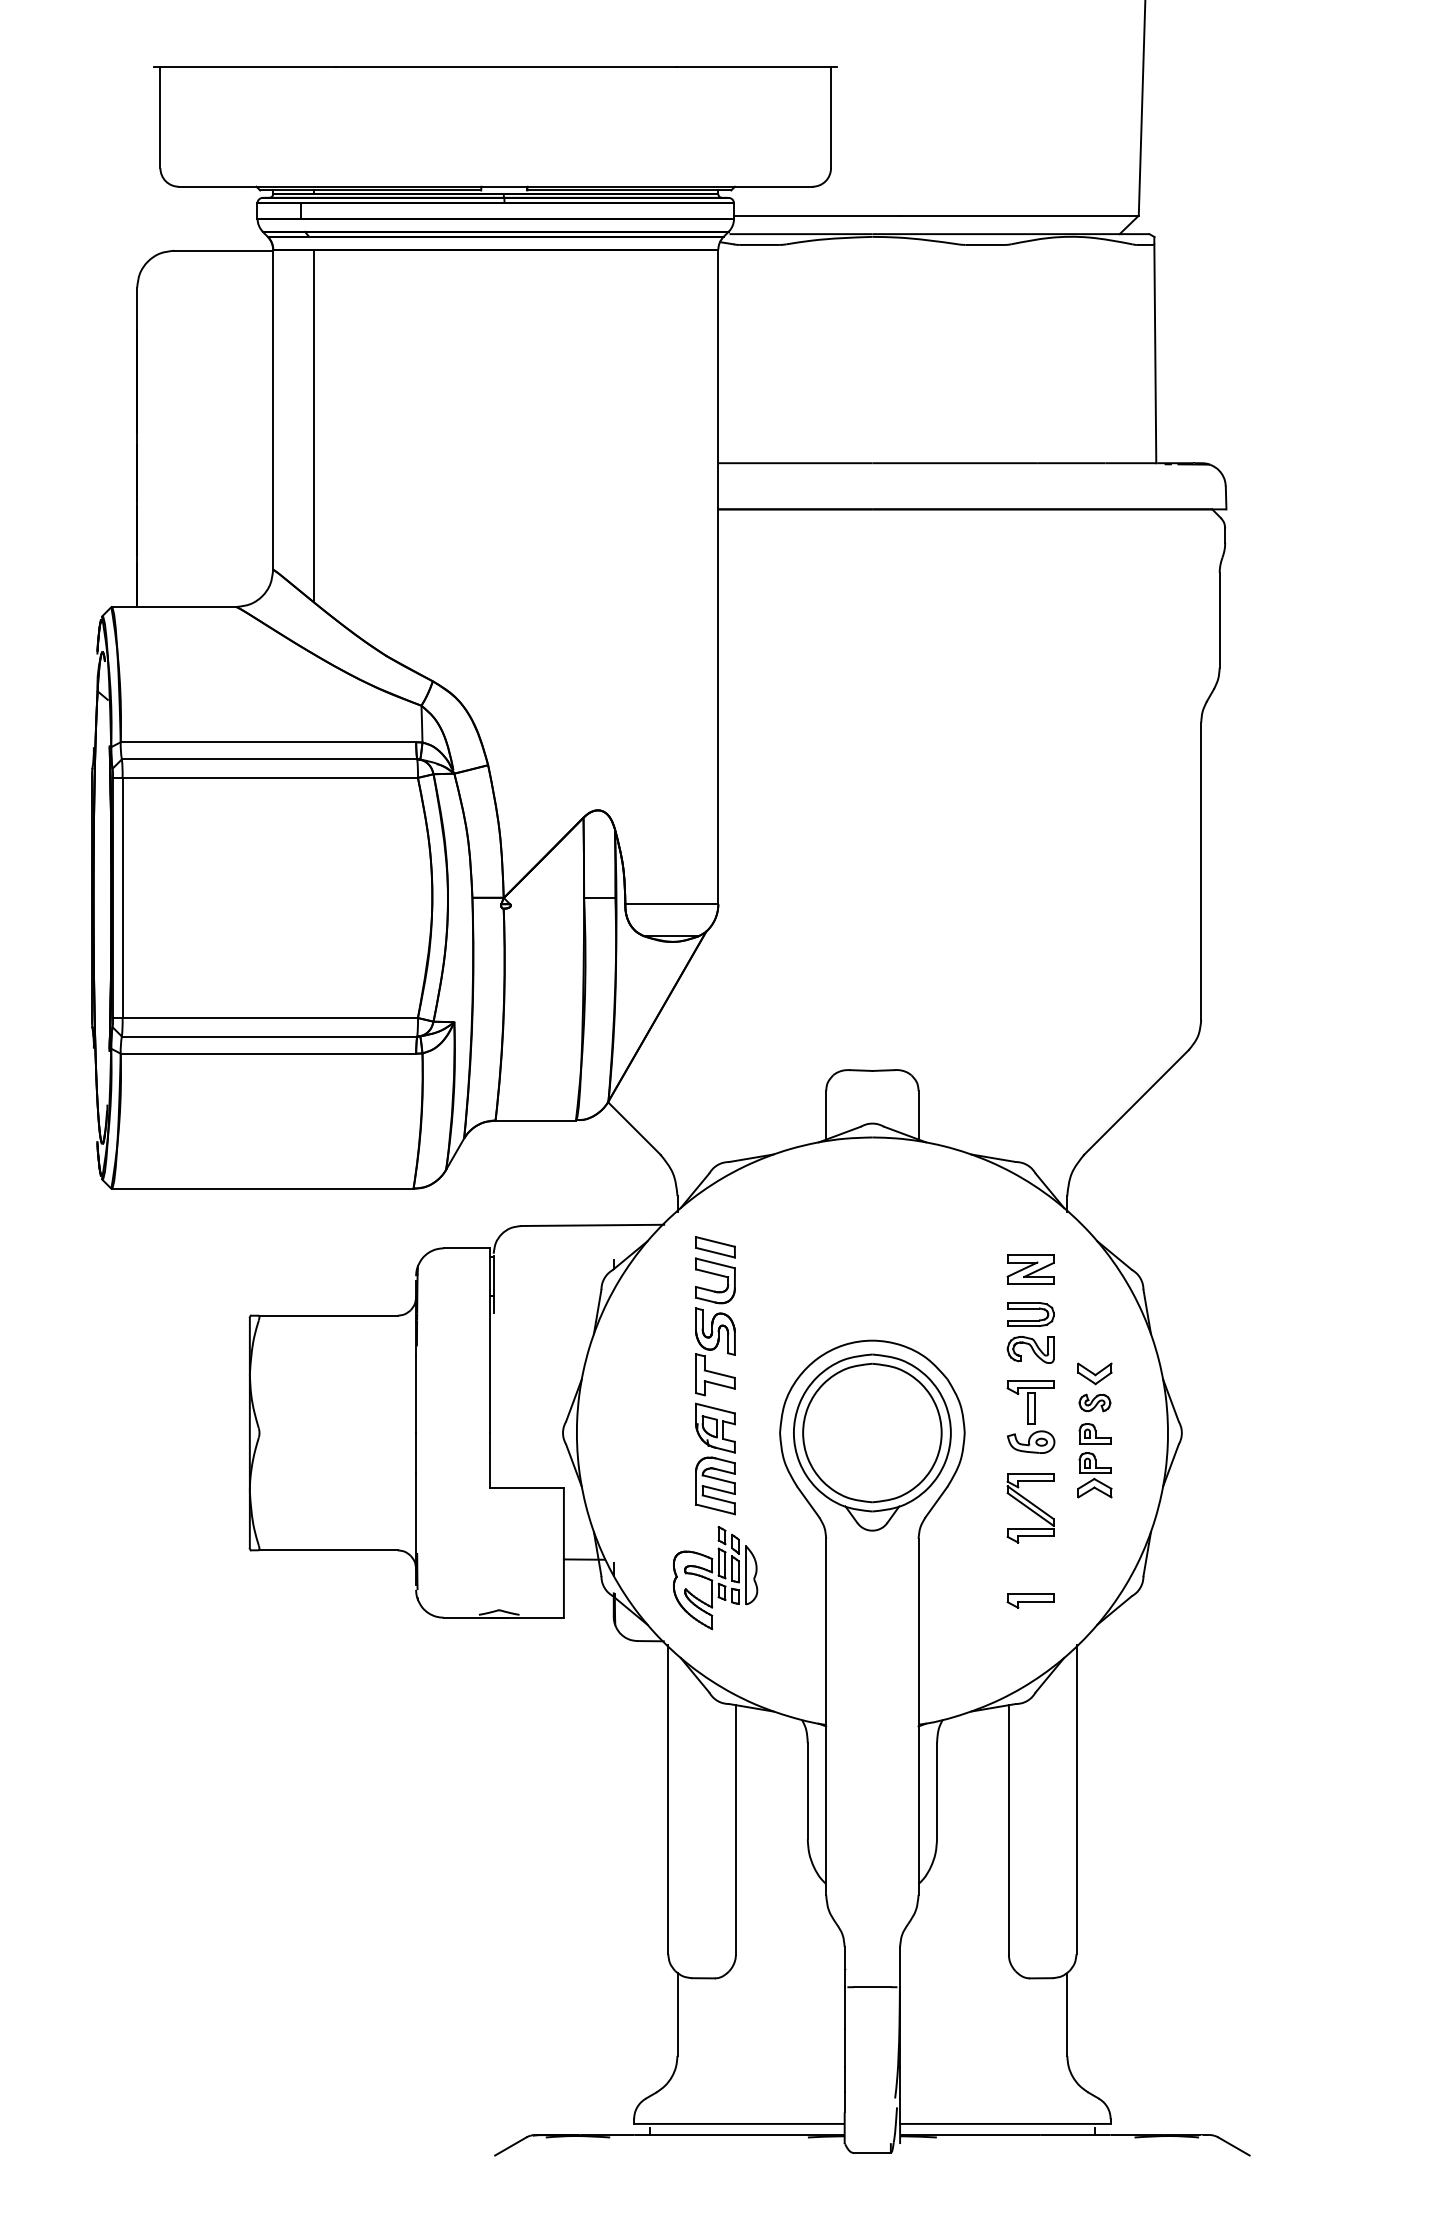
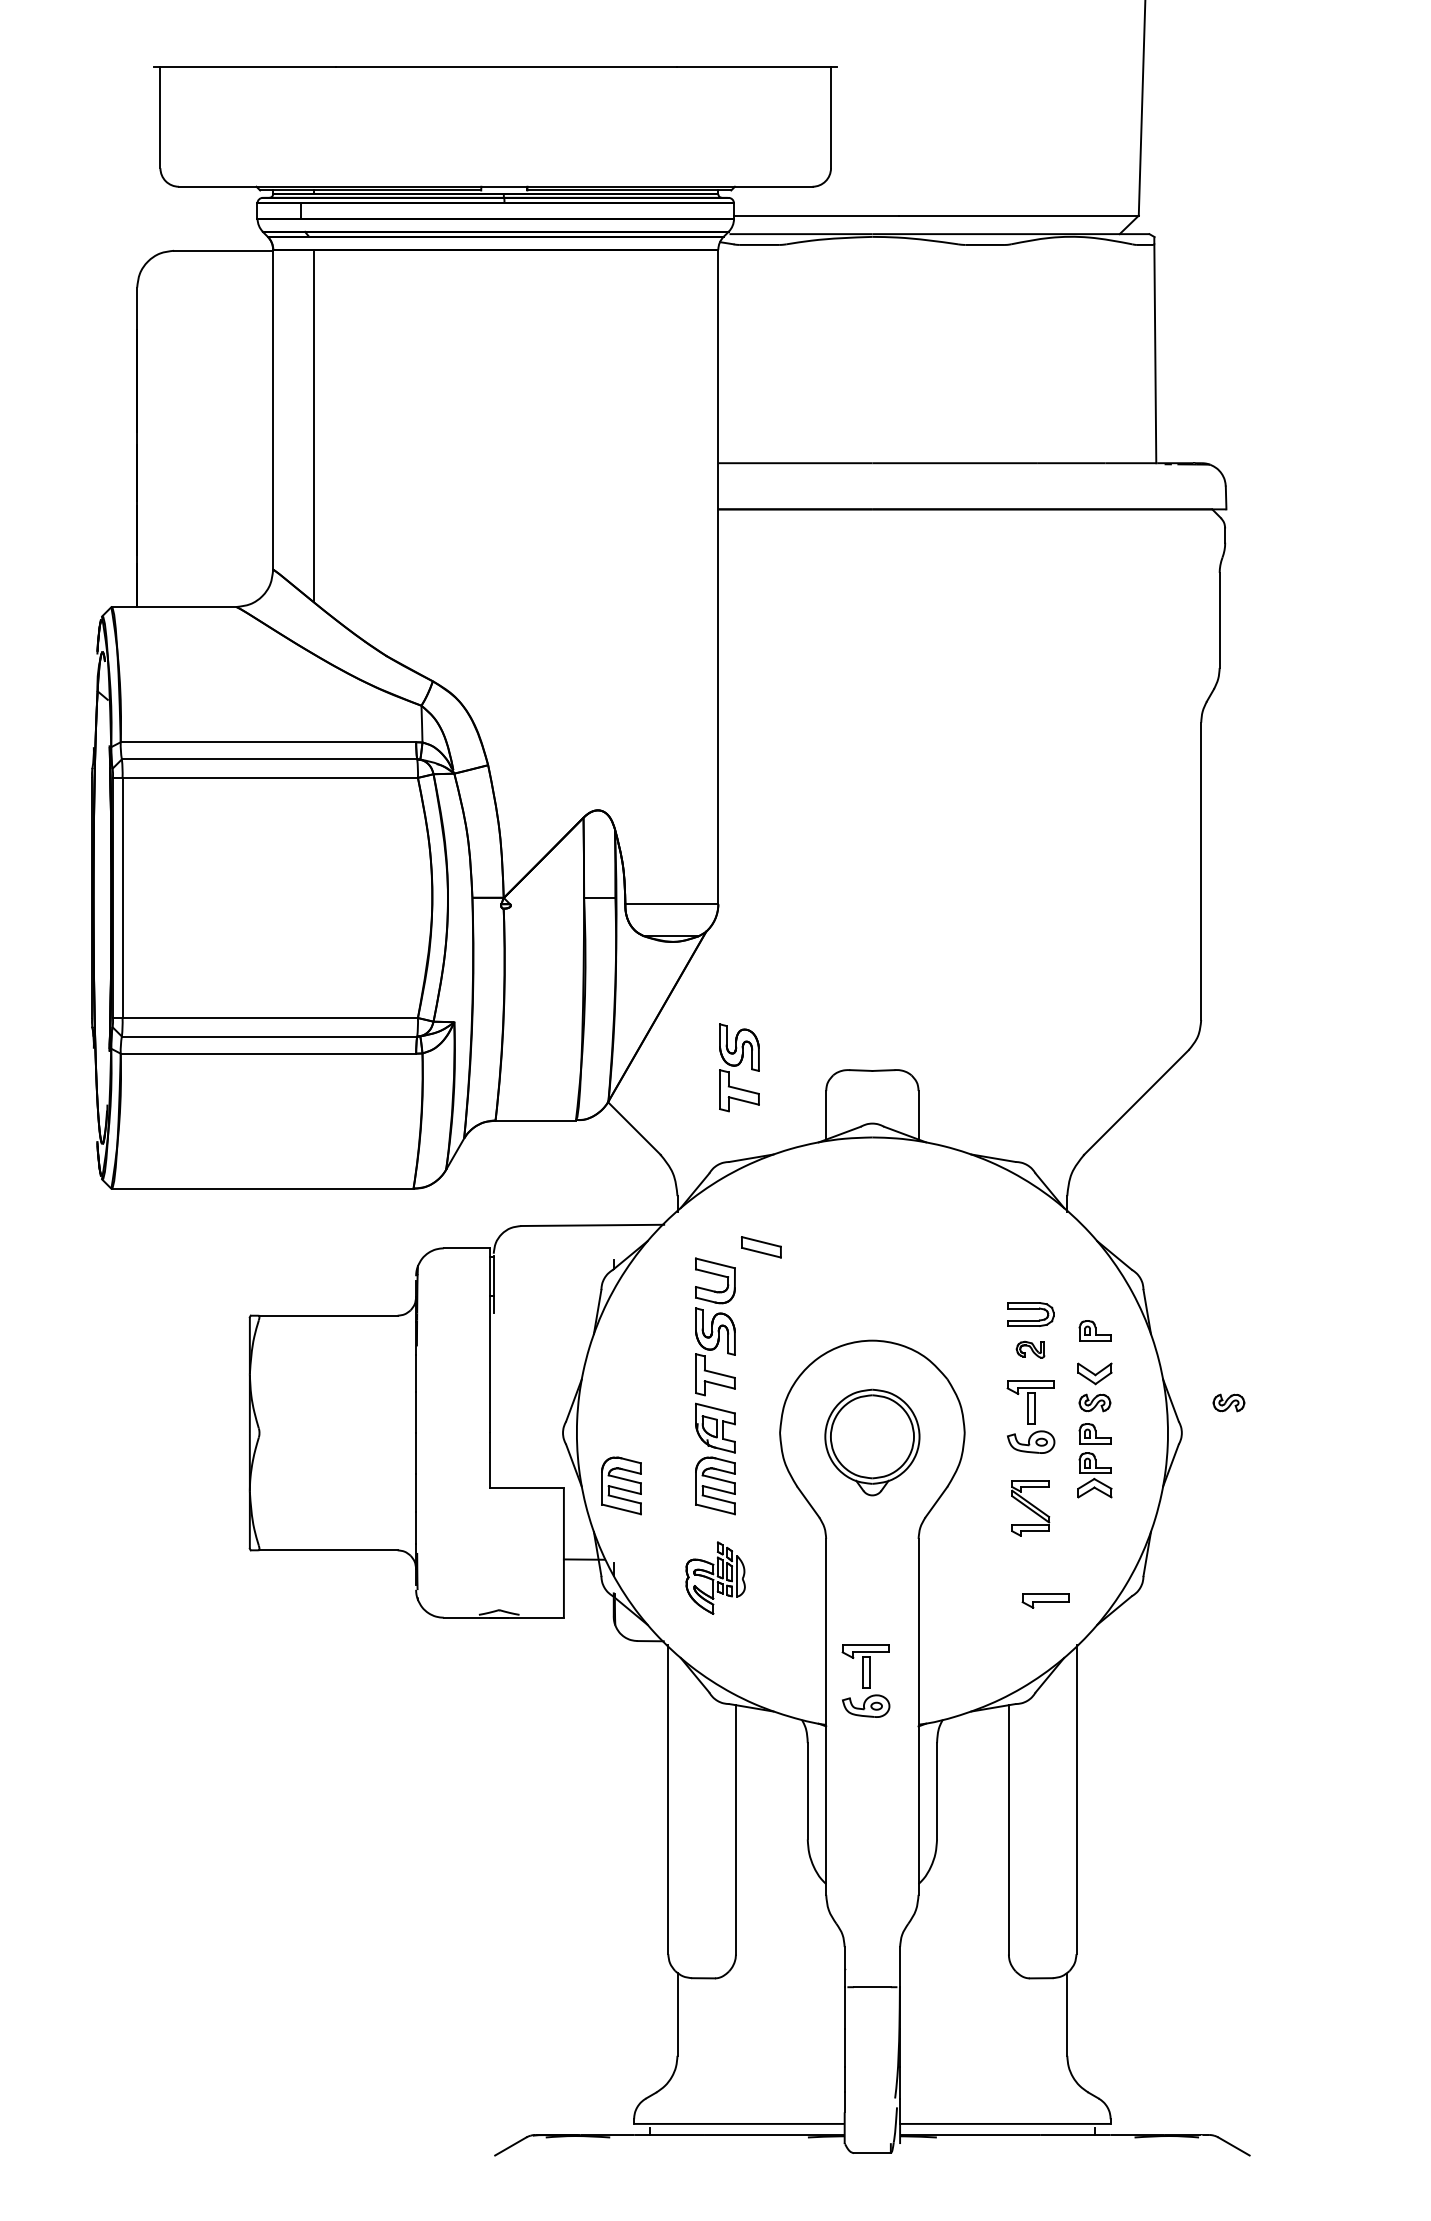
part at (739, 1067): none -> present
part at (715, 1247) position: (715, 1247) -> (761, 1247)
part at (1030, 1269): present -> none
part at (1094, 1330): none -> present
part at (1030, 1349) size: 49x29 px -> 31x19 px
part at (1228, 1402): none -> present
part at (872, 1442) size: 159x179 px -> 97x109 px
part at (621, 1485): none -> present
part at (1030, 1508) size: 49x71 px -> 40x57 px
part at (715, 1578) size: 86x105 px -> 61x74 px
part at (1030, 1600) position: (1030, 1600) -> (1045, 1600)
part at (865, 1680): none -> present
